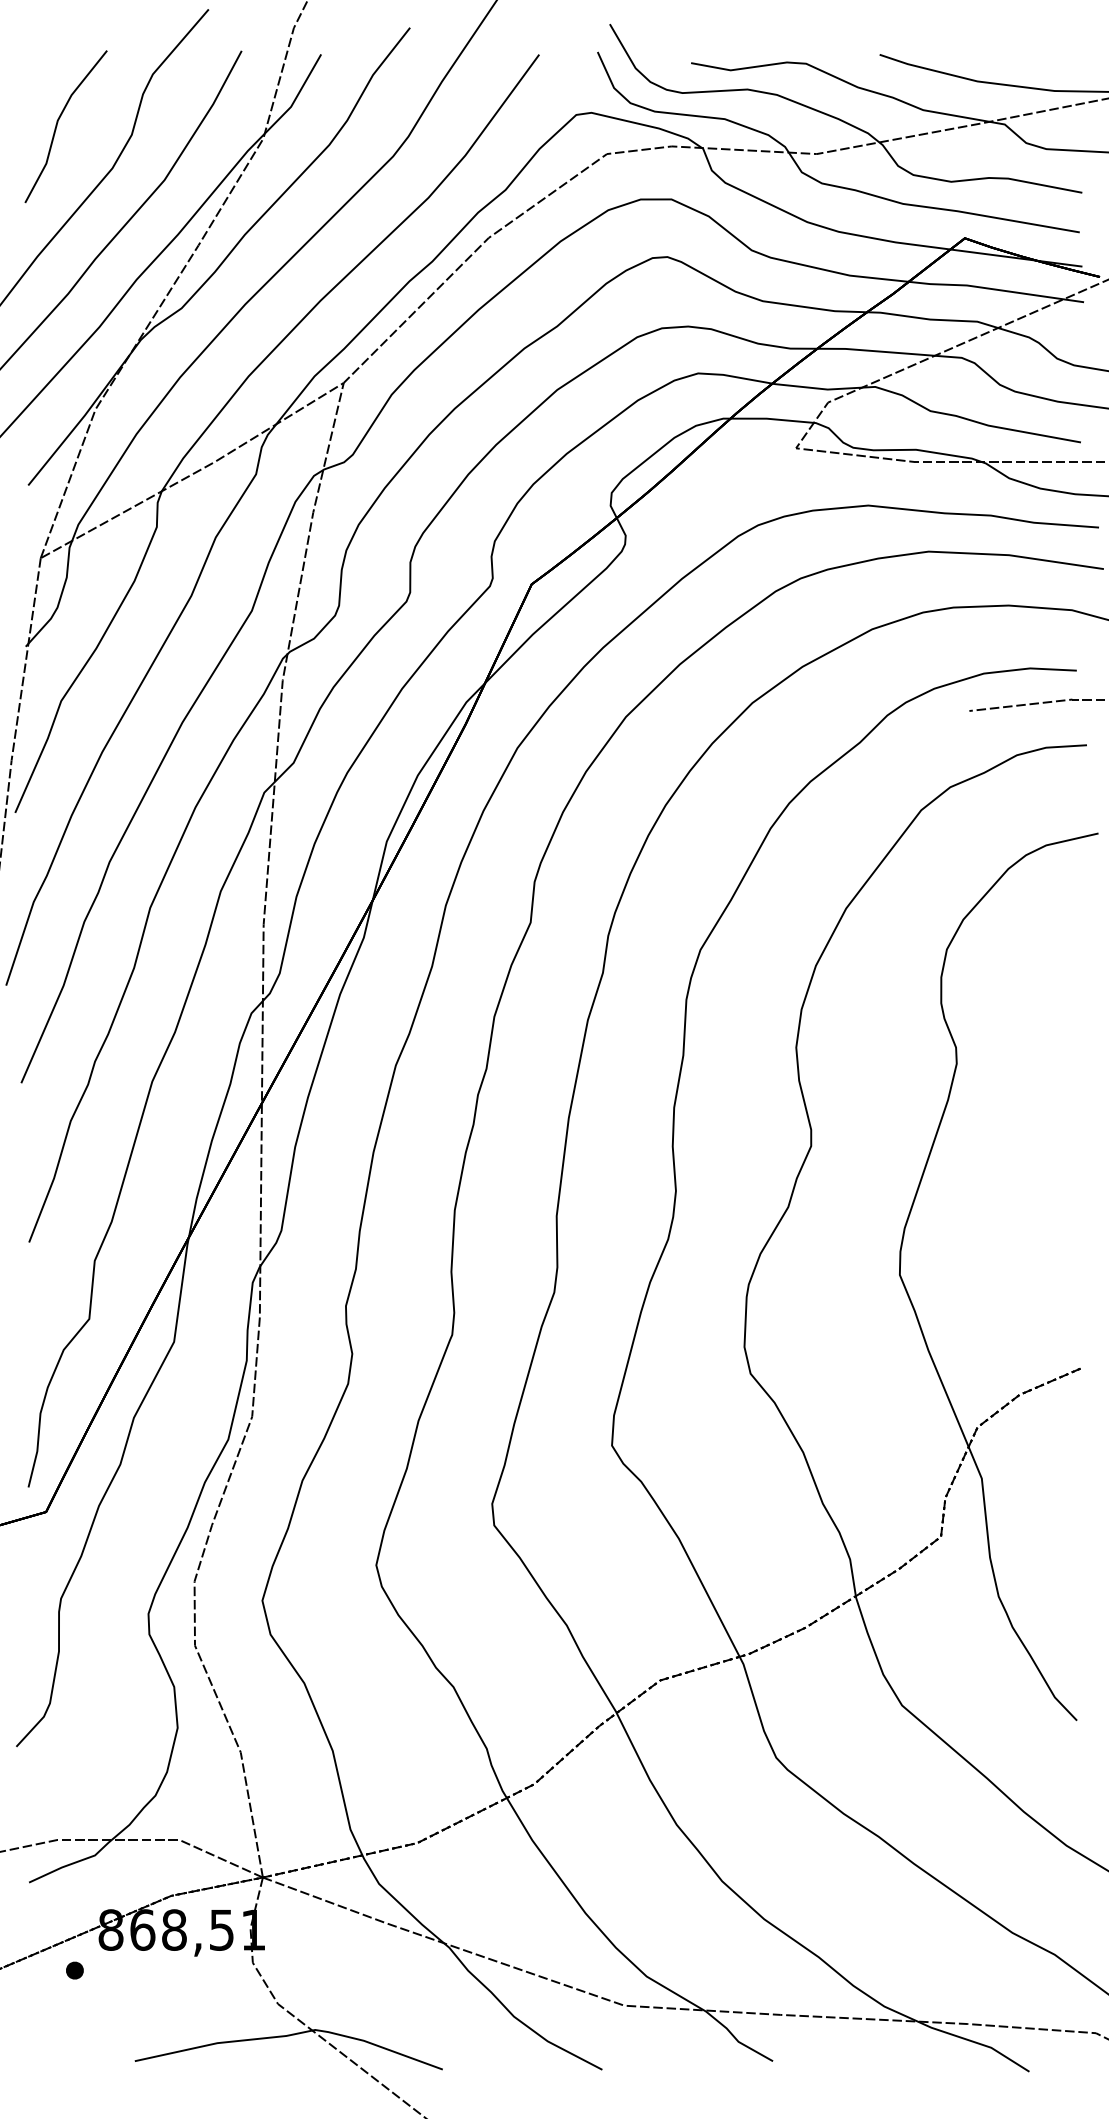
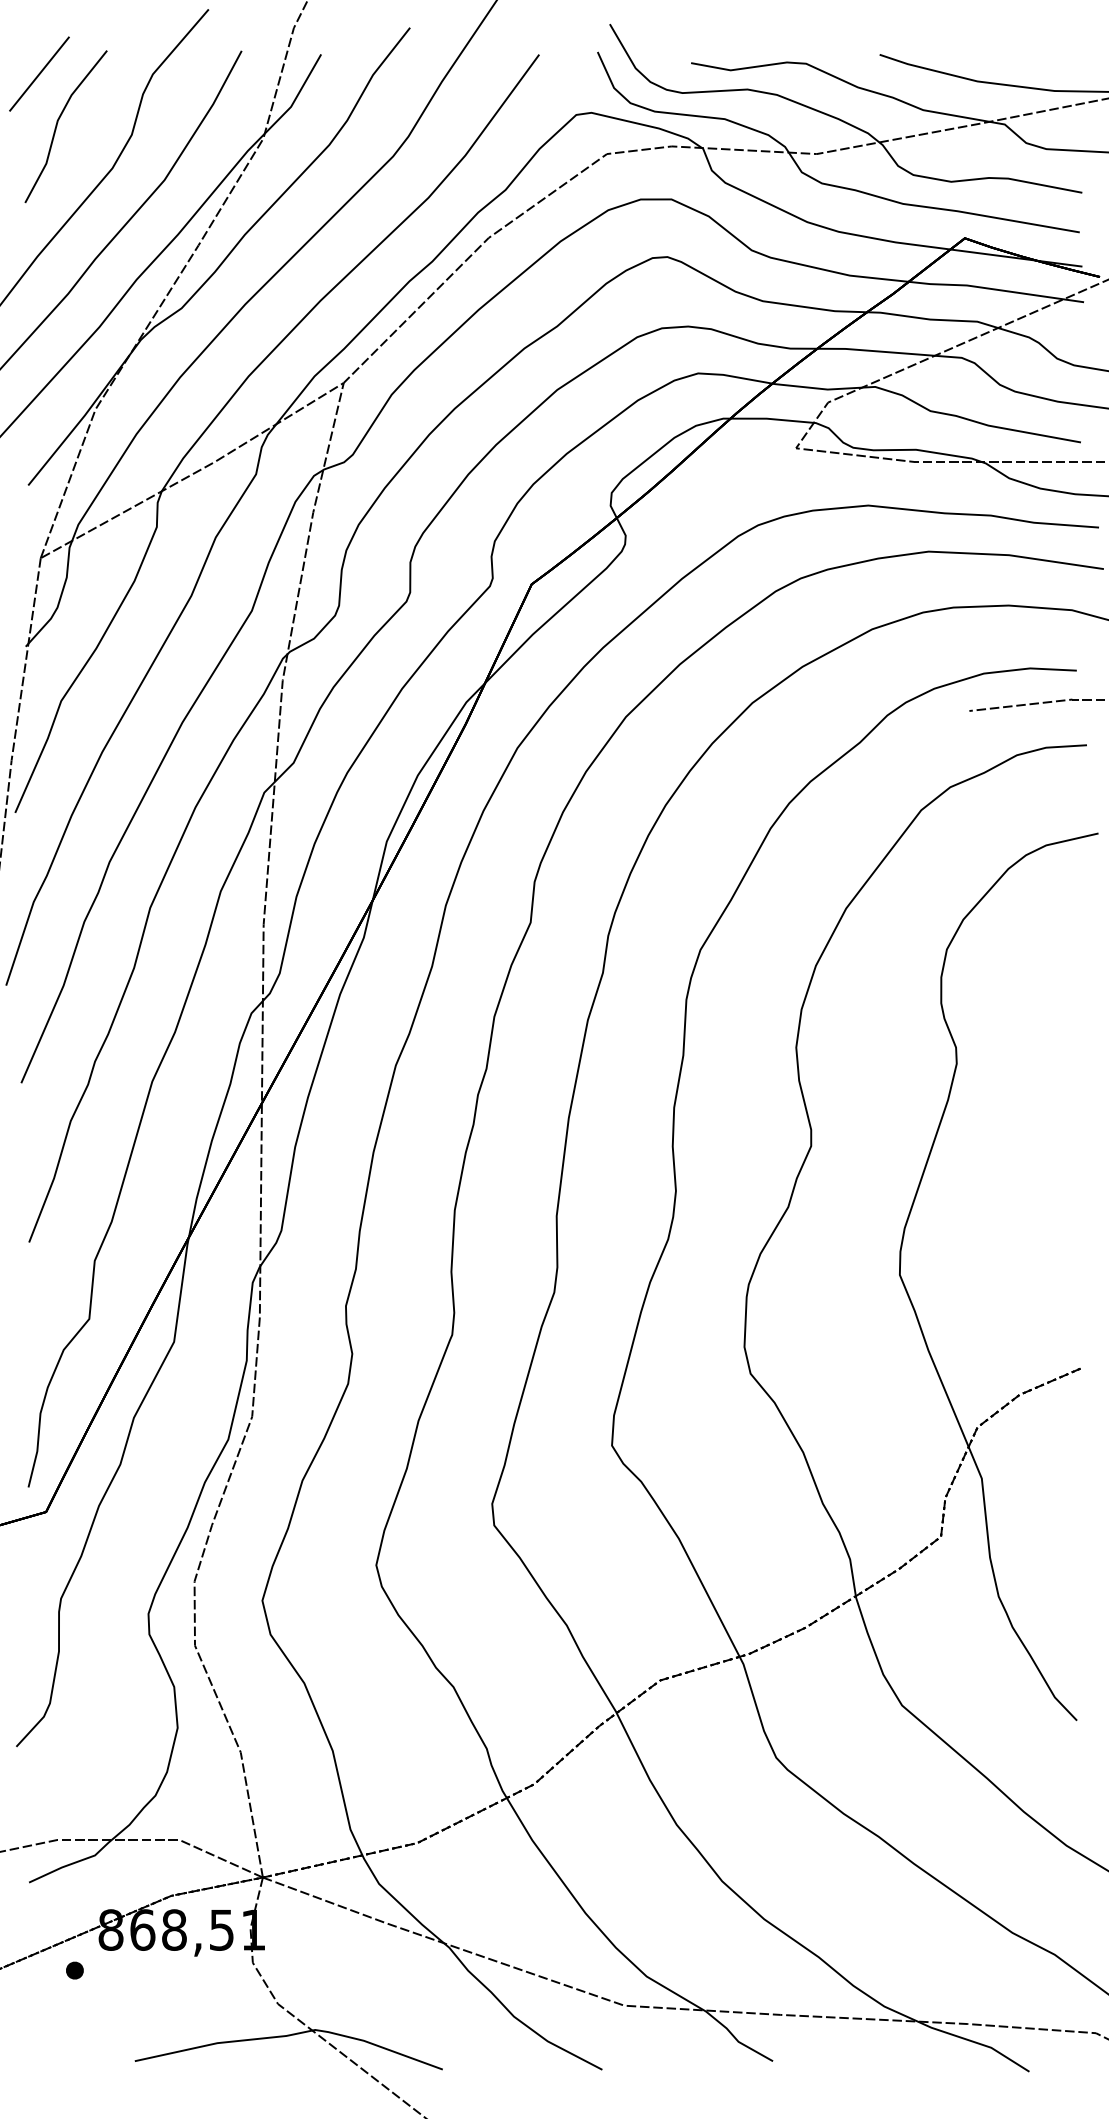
line at (39, 73): none -> present
